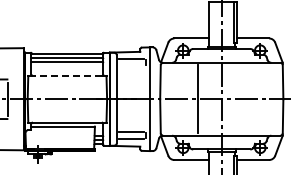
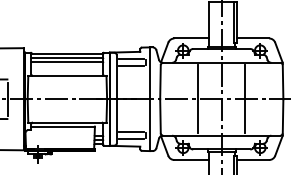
line at (130, 66): none -> present
line at (66, 75): dashed -> solid
line at (245, 99): none -> present
